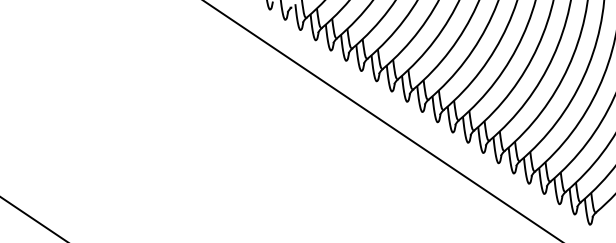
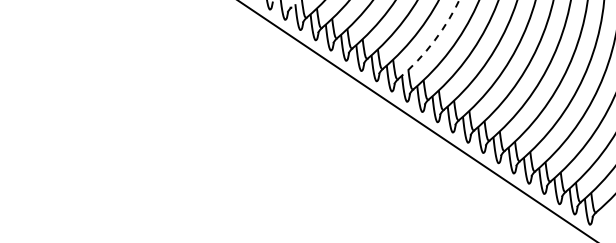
arc at (433, 42): solid -> dashed
line at (382, 120) position: (382, 120) -> (417, 120)
line at (32, 218): present -> none
